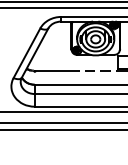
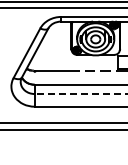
line at (80, 94): solid -> dashed
line at (63, 111): present -> none
